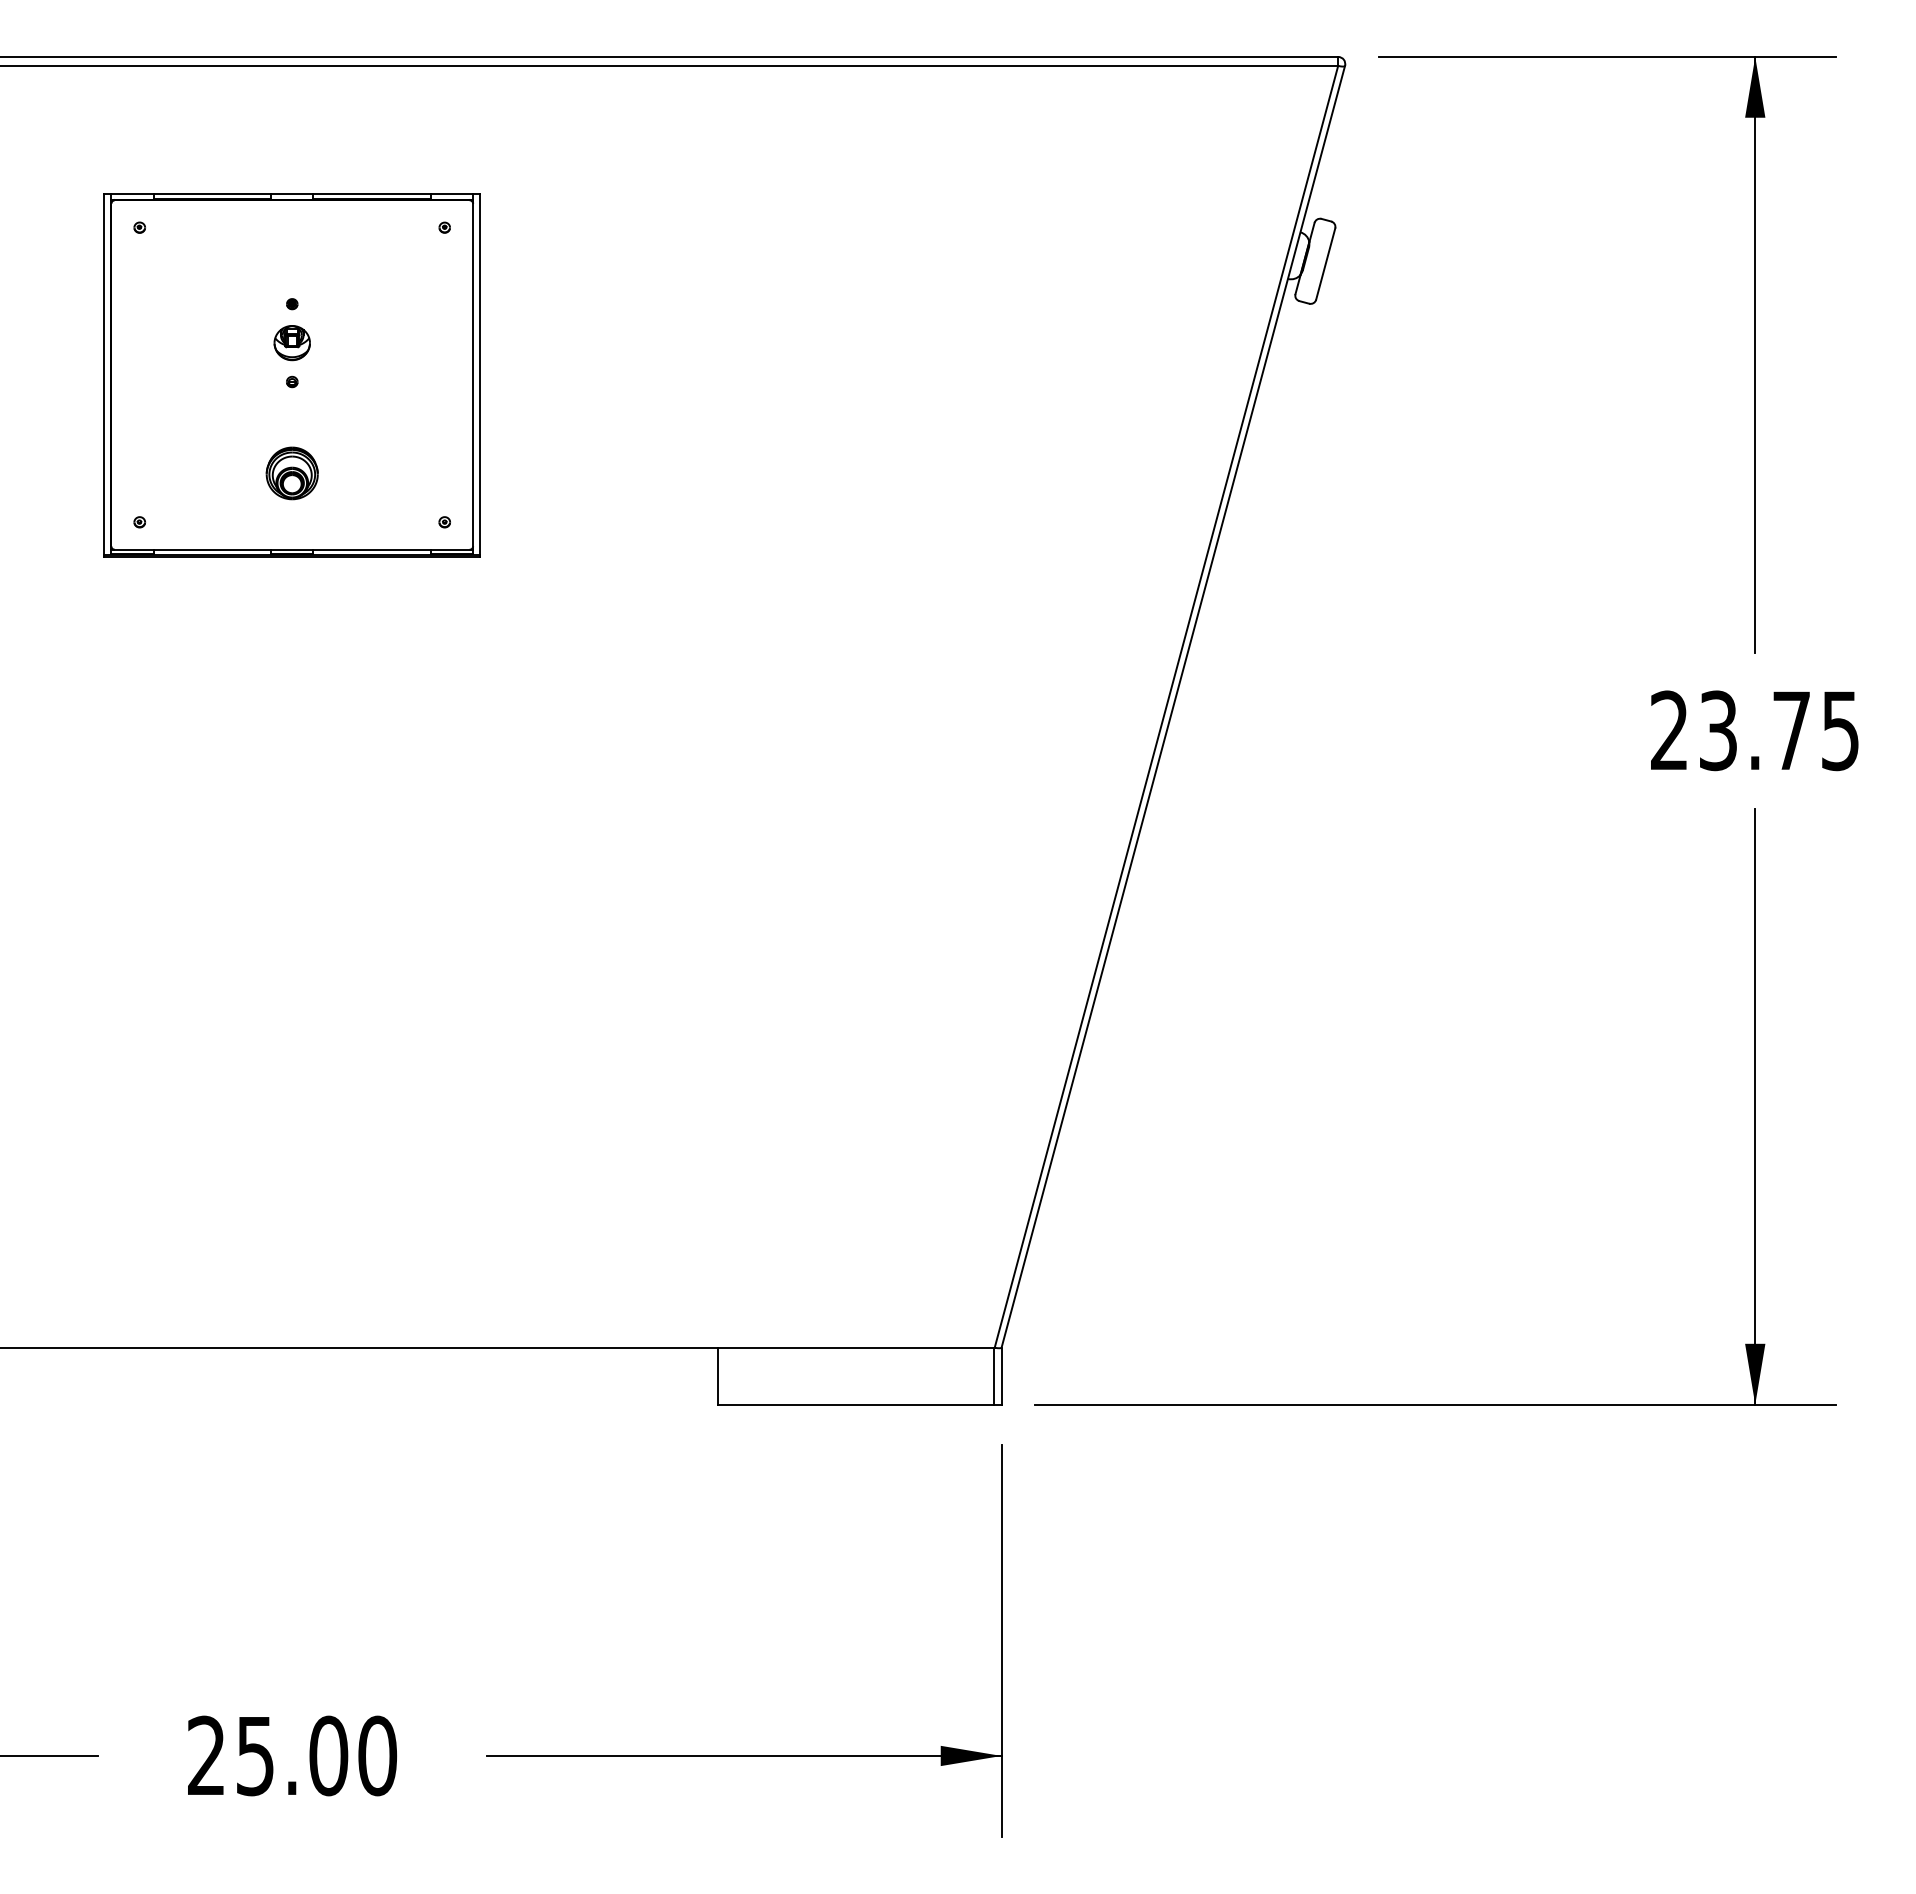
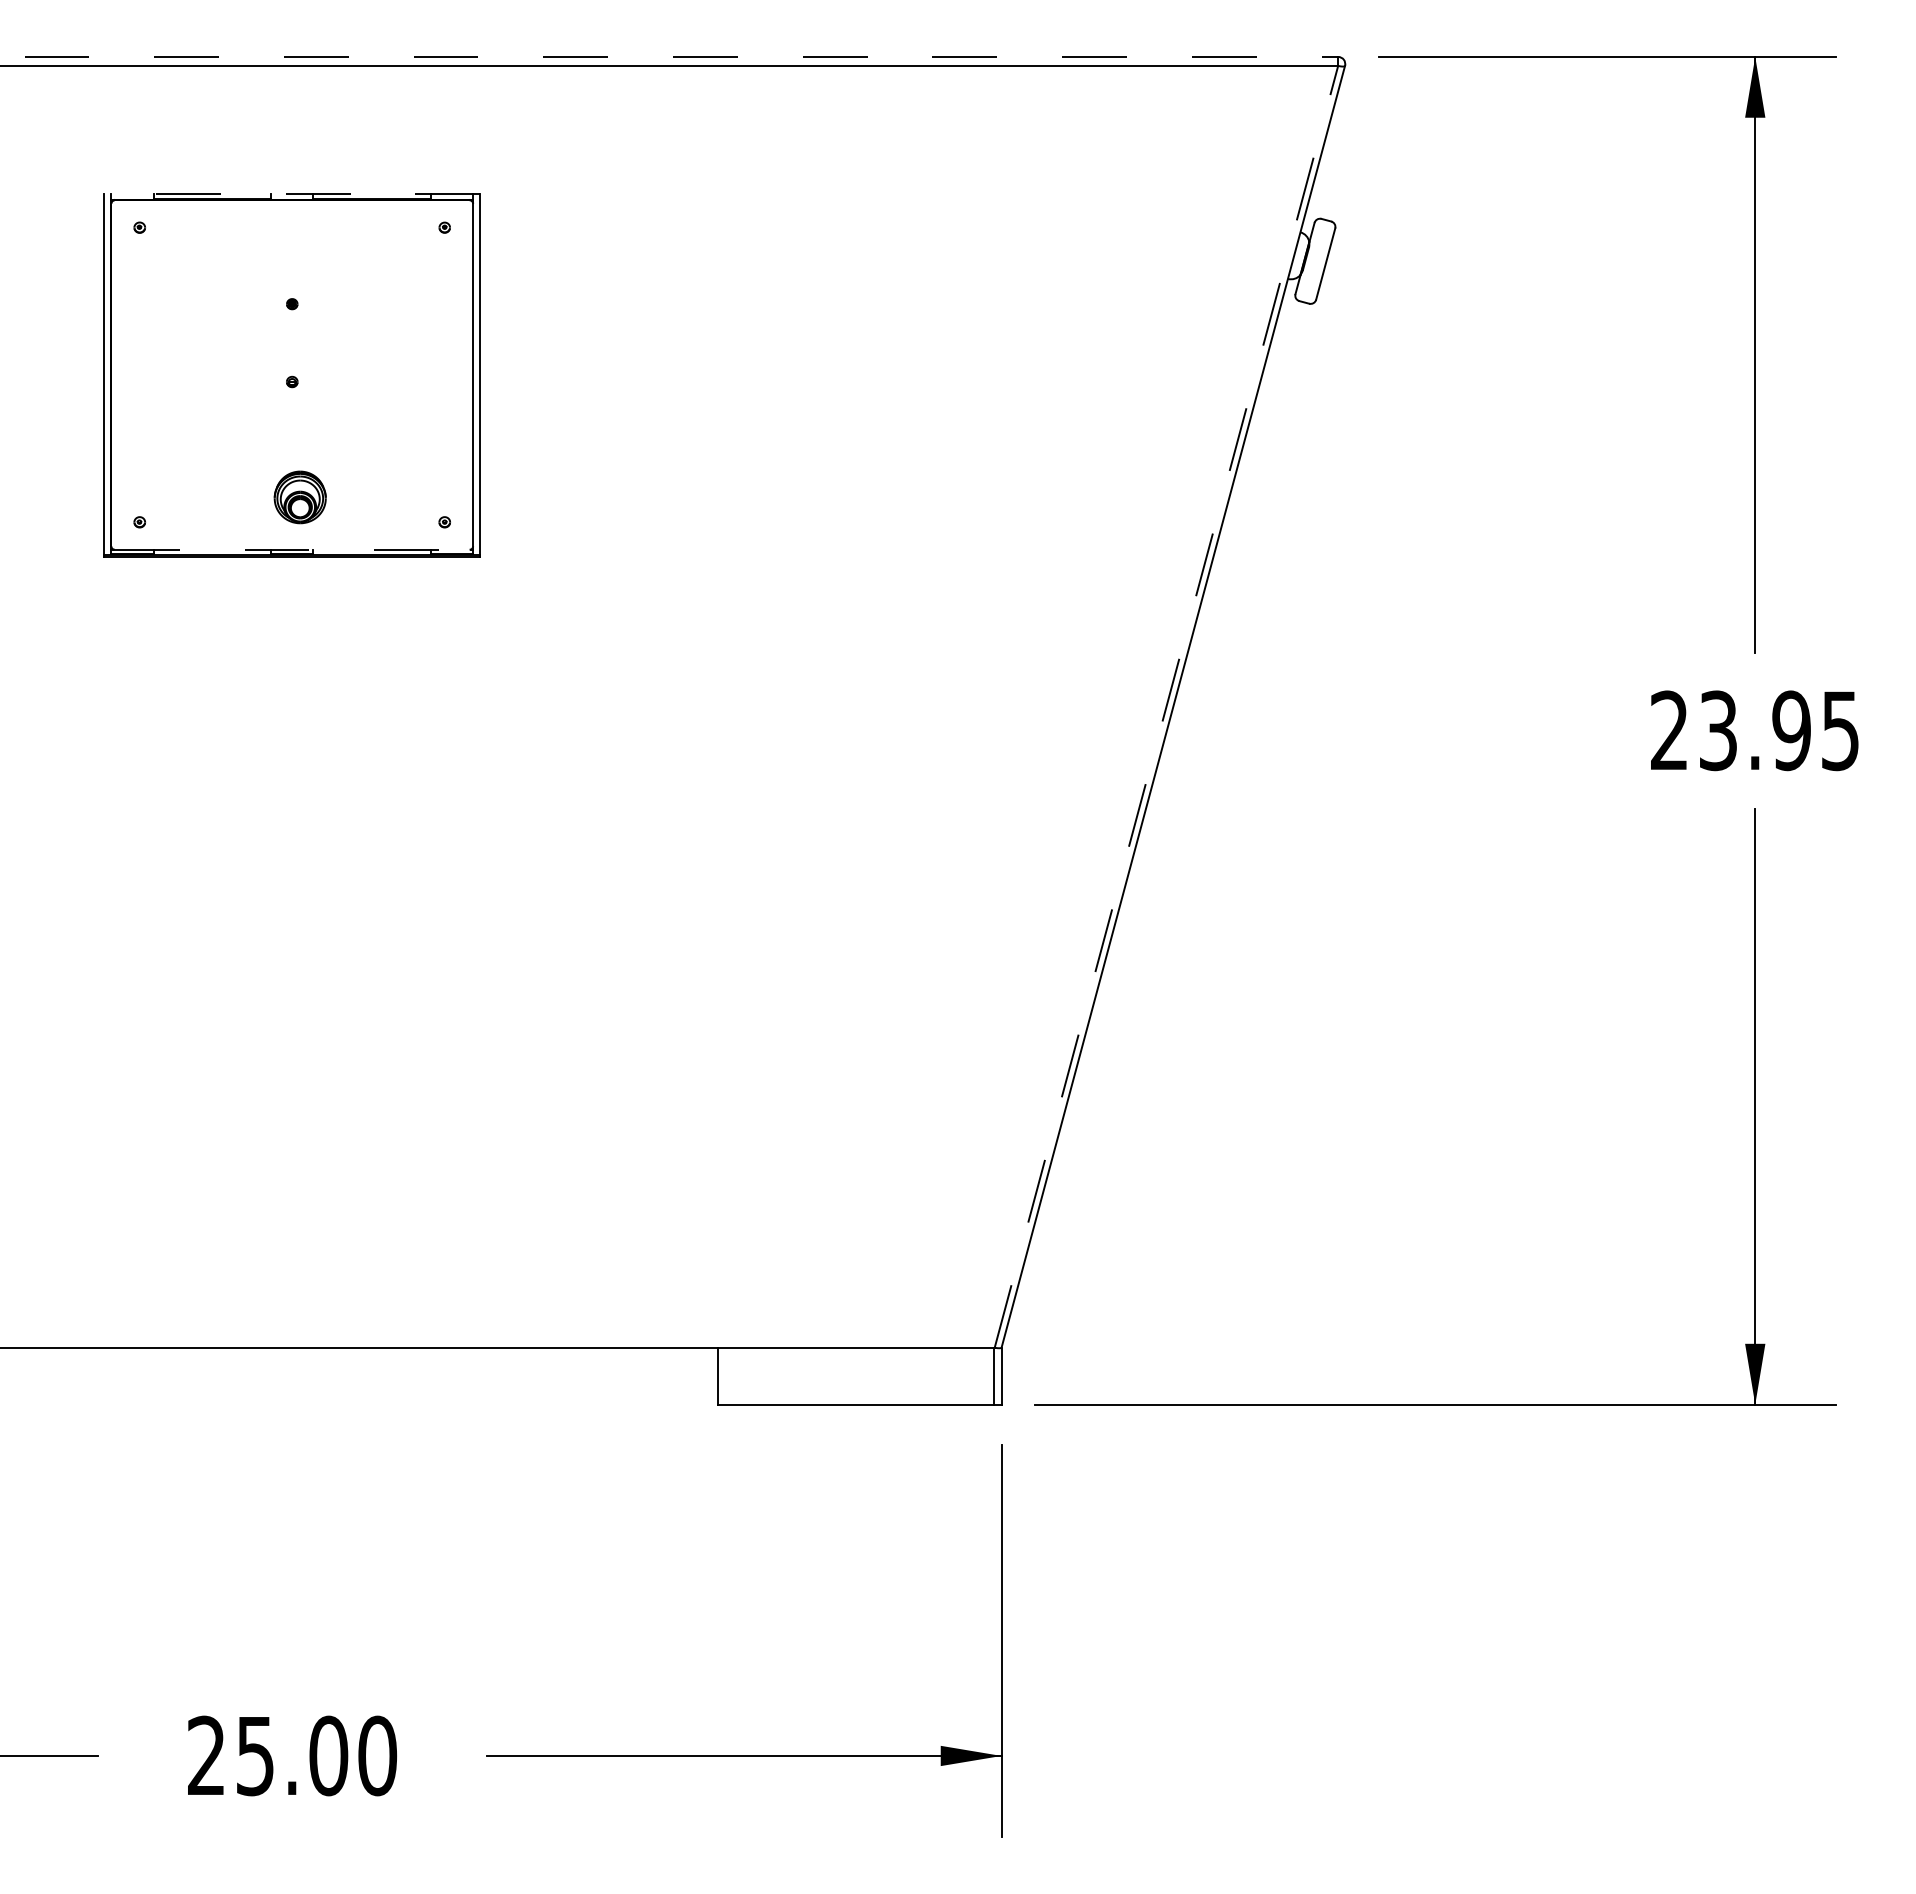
line at (669, 56): solid -> dashed
line at (292, 193): solid -> dashed
part at (291, 343): present -> none
part at (291, 473) position: (291, 473) -> (299, 497)
line at (292, 549): solid -> dashed
line at (1166, 706): solid -> dashed
text at (1791, 730): 23.75 -> 23.95
